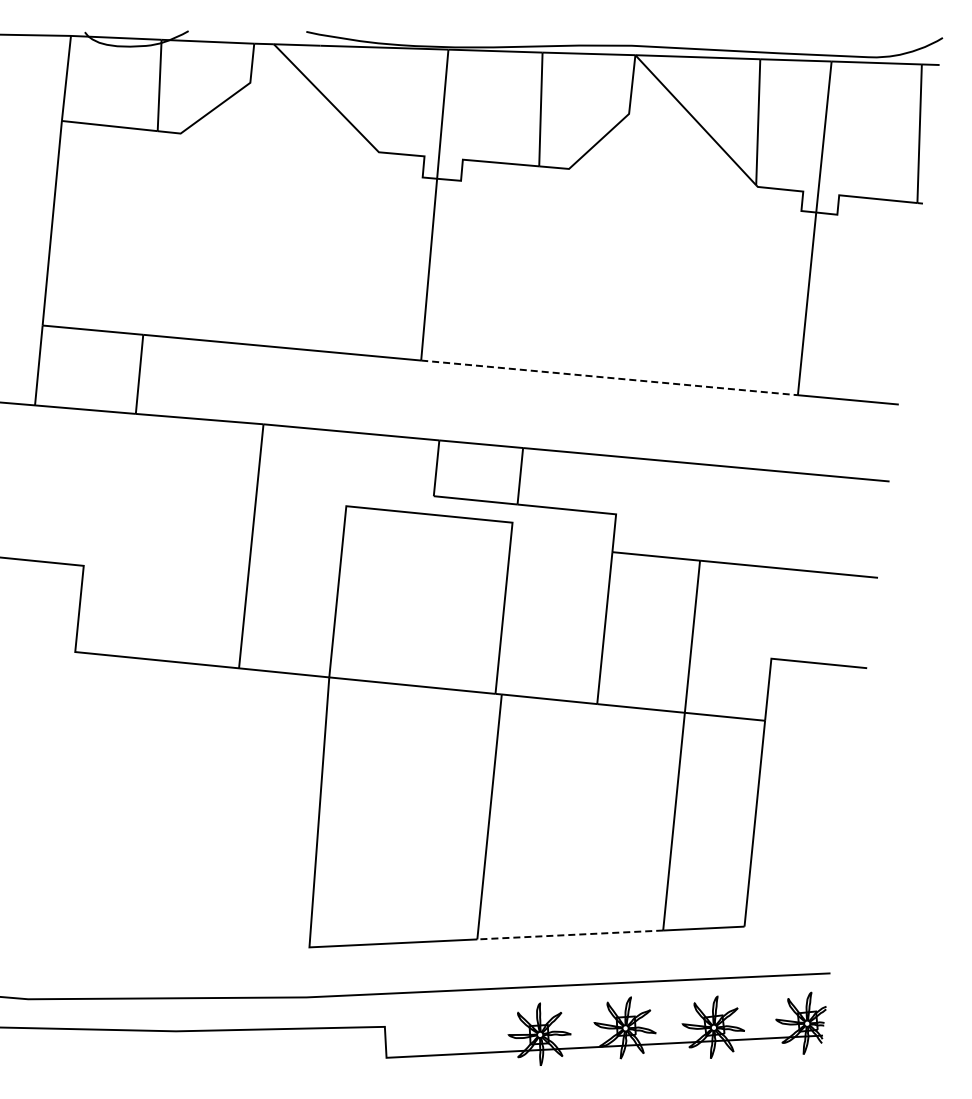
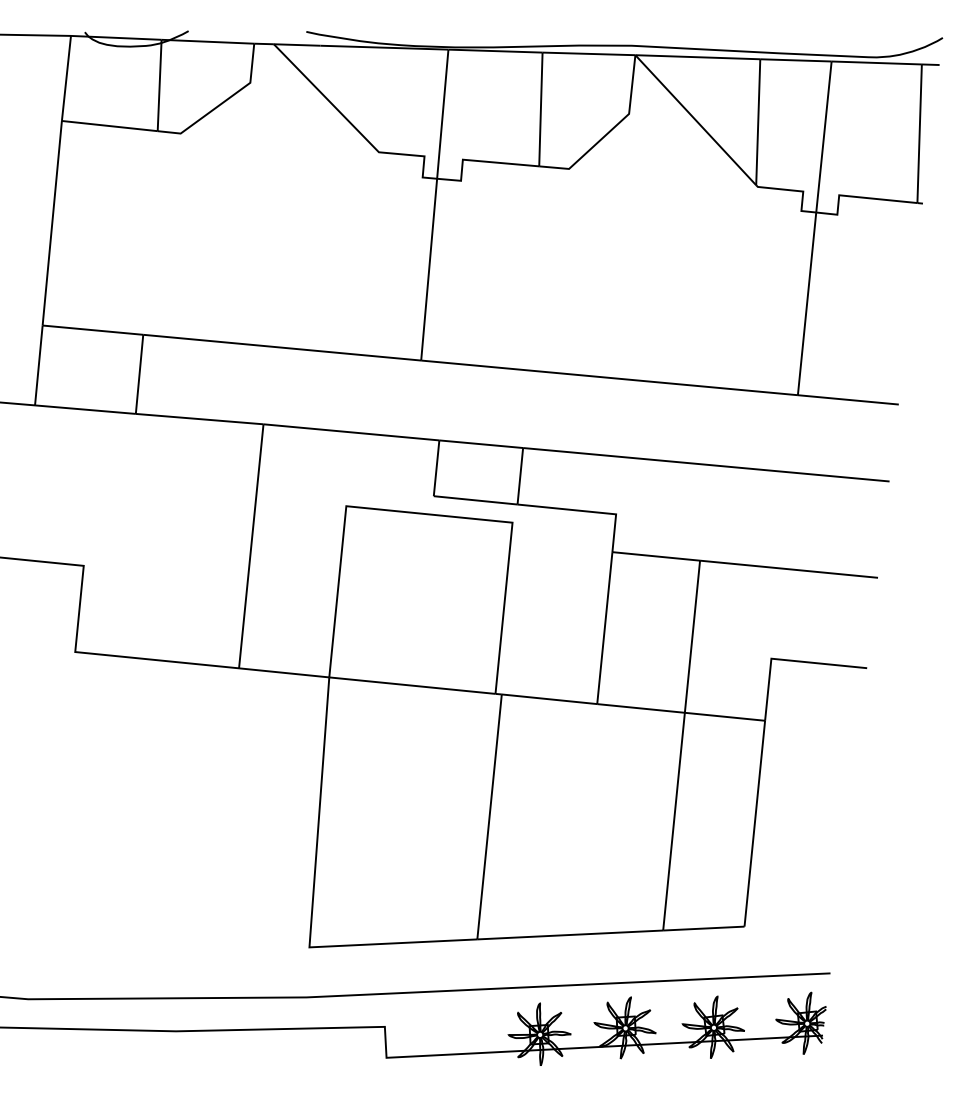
line at (610, 377): dashed -> solid
line at (569, 935): dashed -> solid
